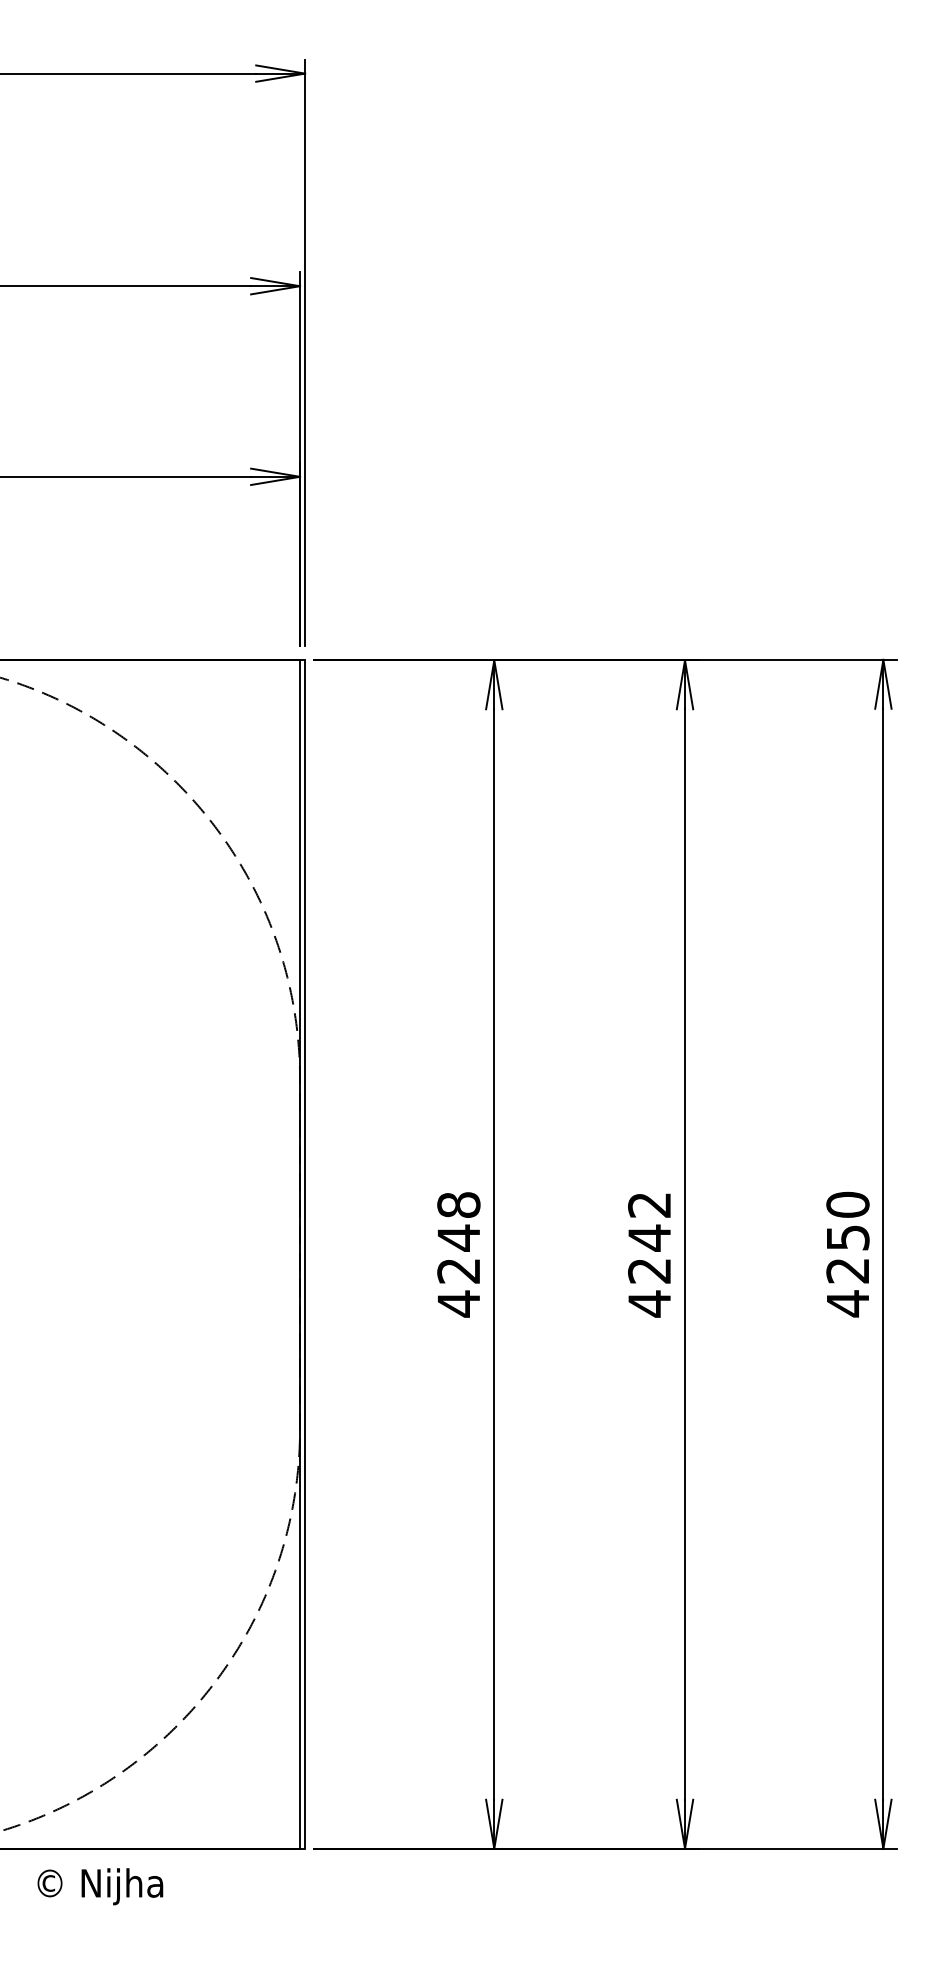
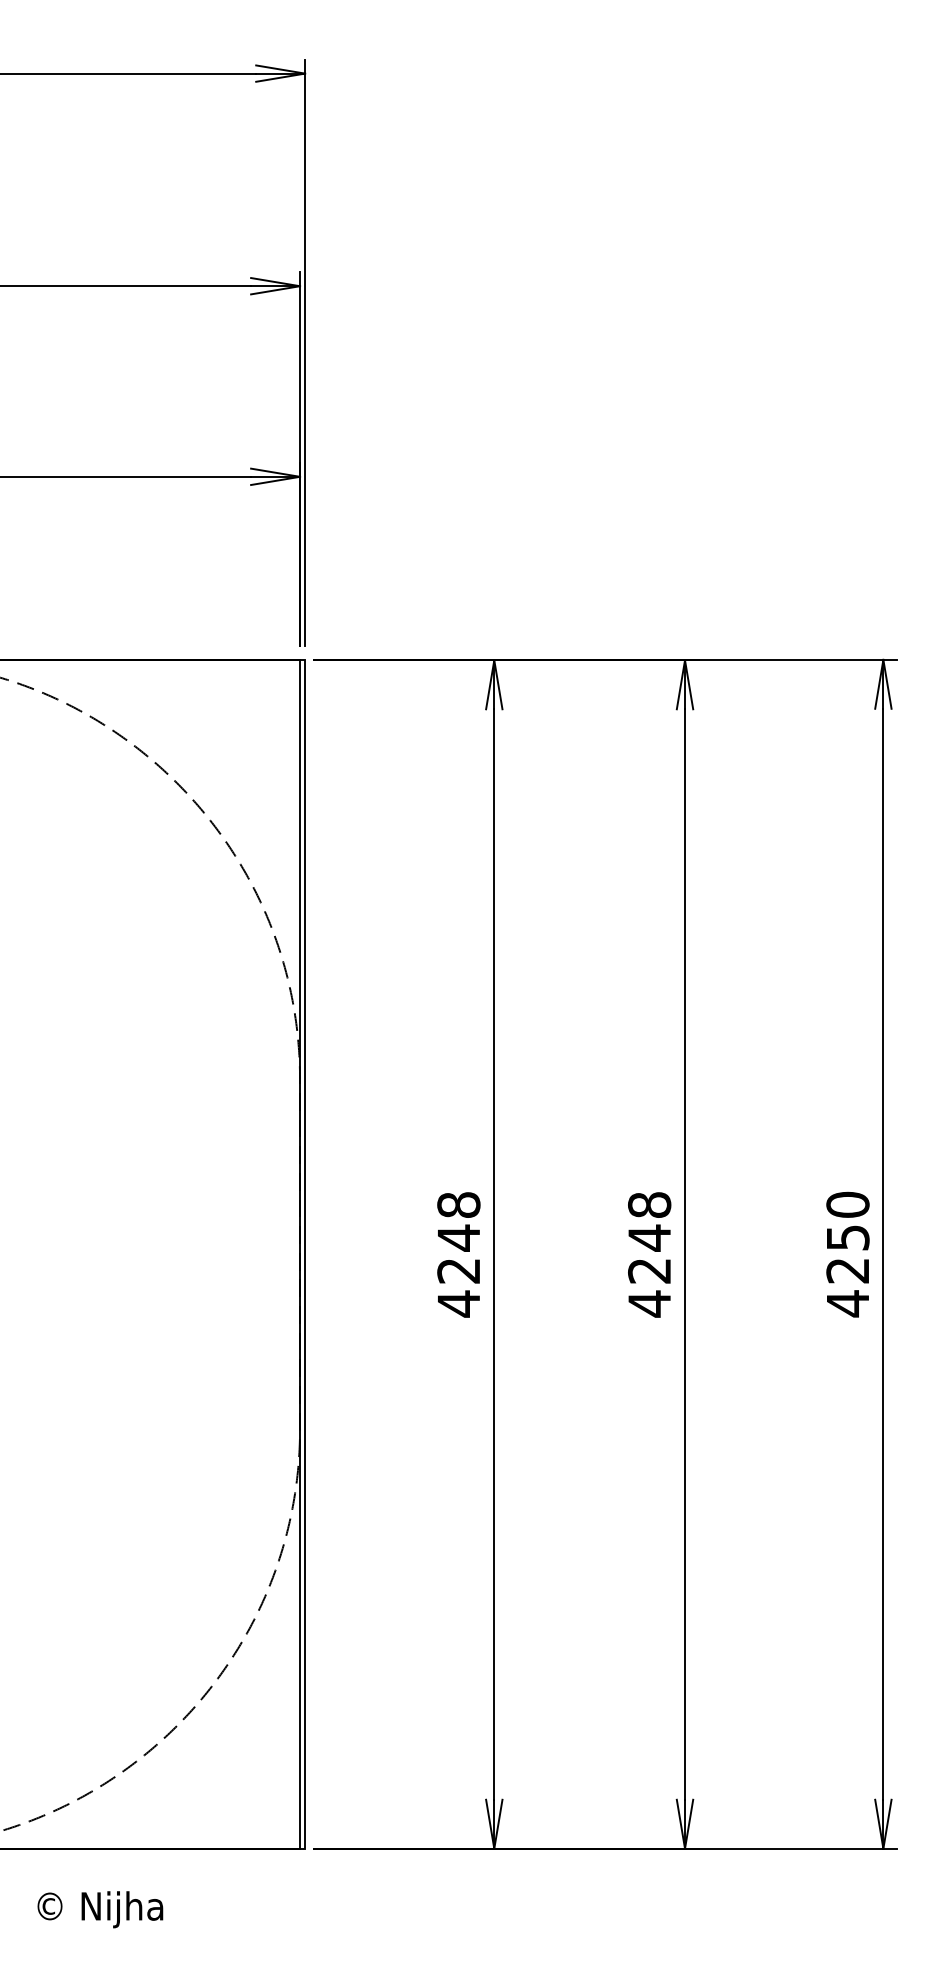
text at (649, 1204): 4242 -> 4248
text at (100, 1886) position: (100, 1886) -> (100, 1909)
